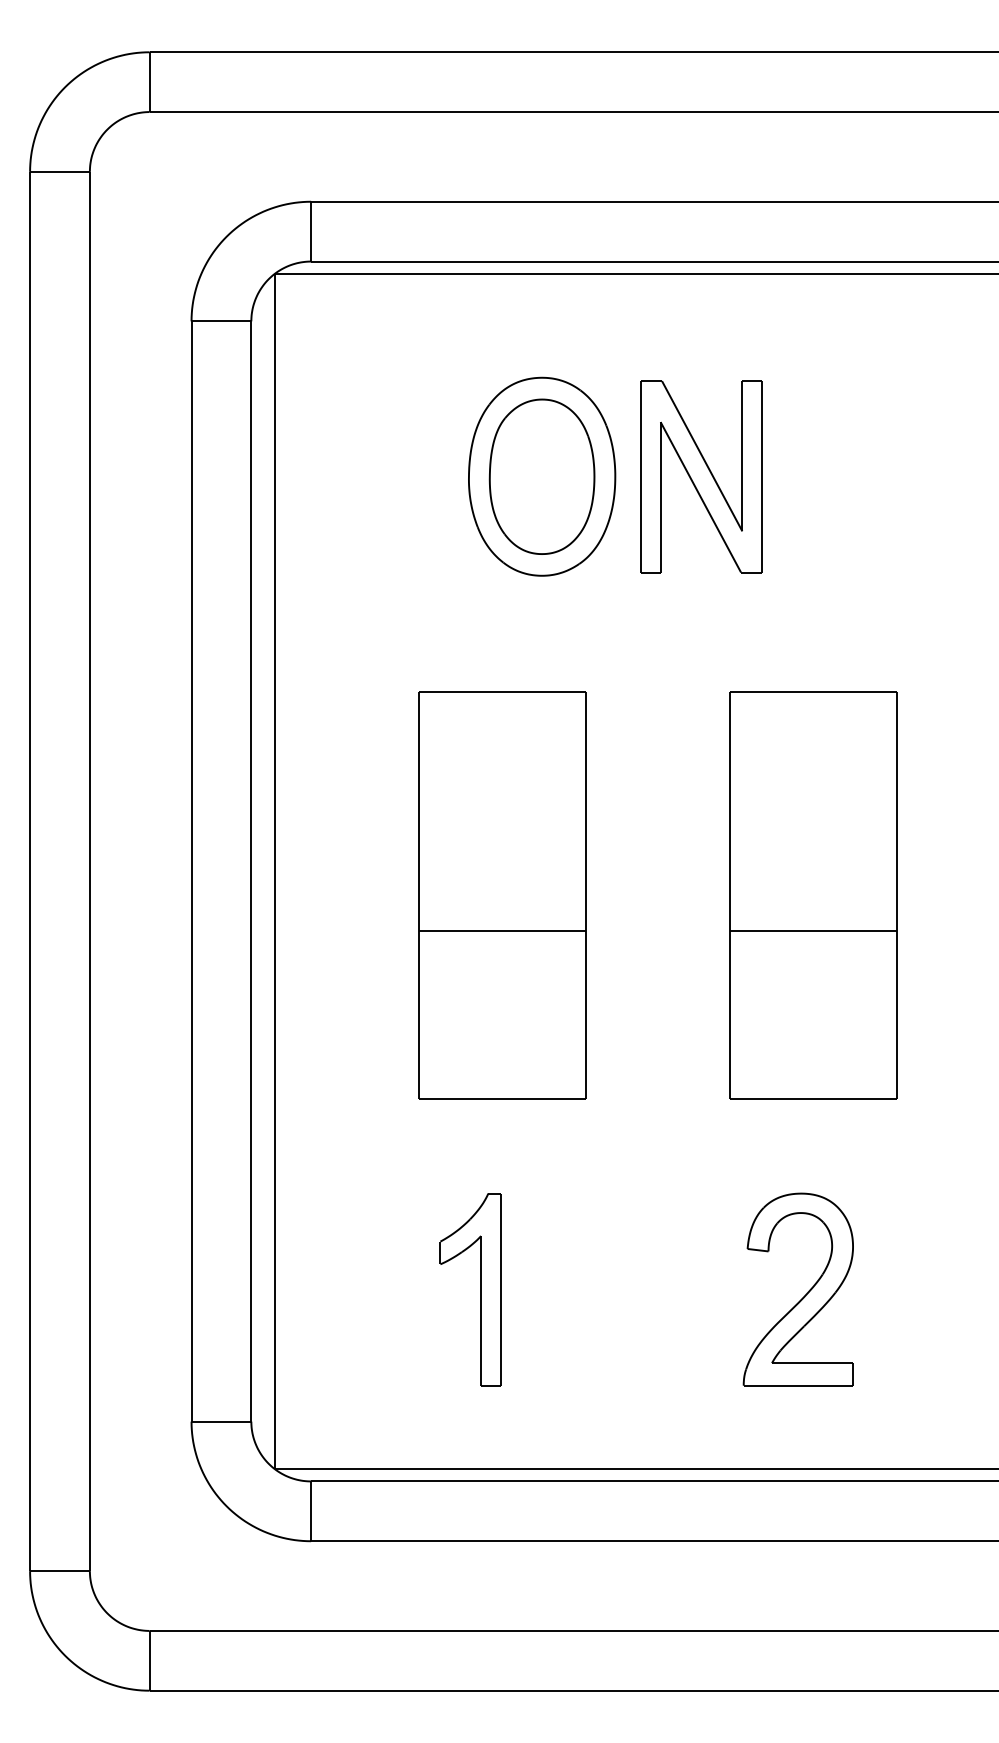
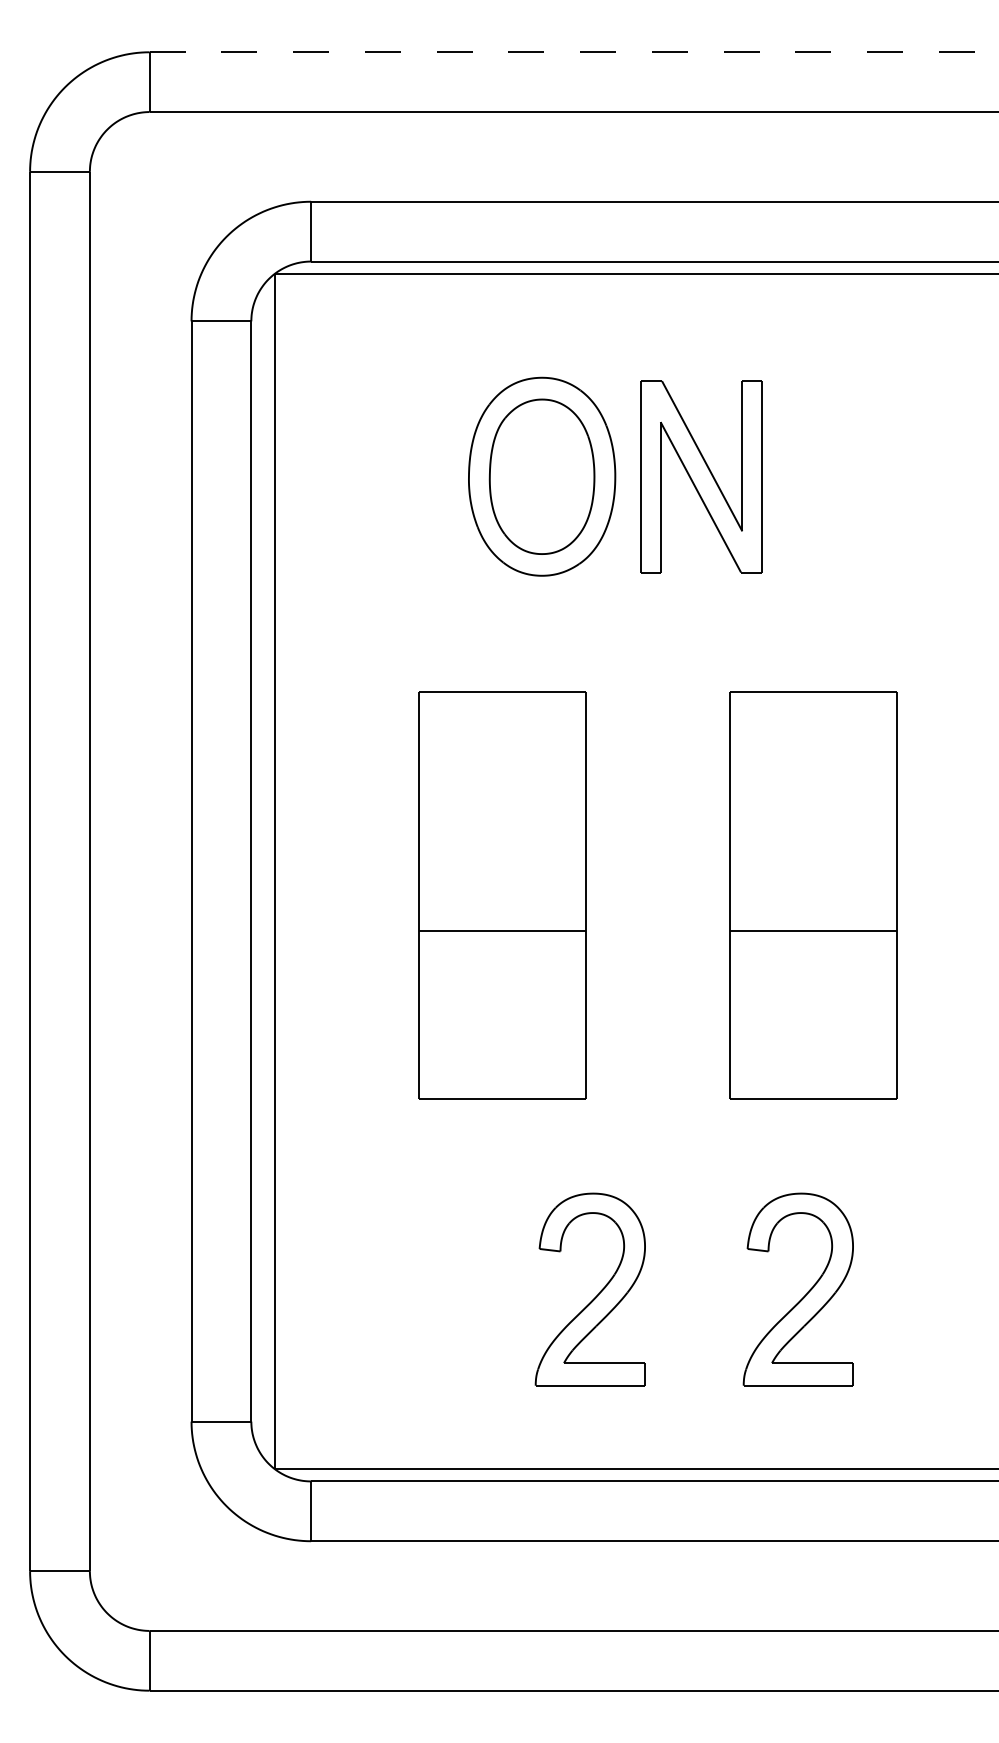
line at (574, 52): solid -> dashed
part at (480, 1289): present -> none
part at (596, 1295): none -> present
